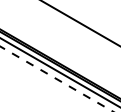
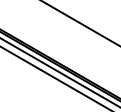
line at (56, 79): dashed -> solid
